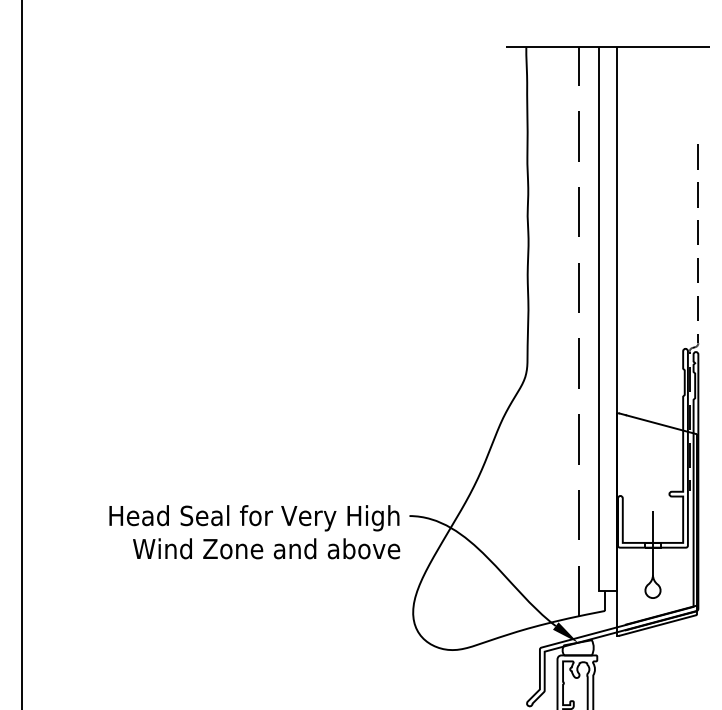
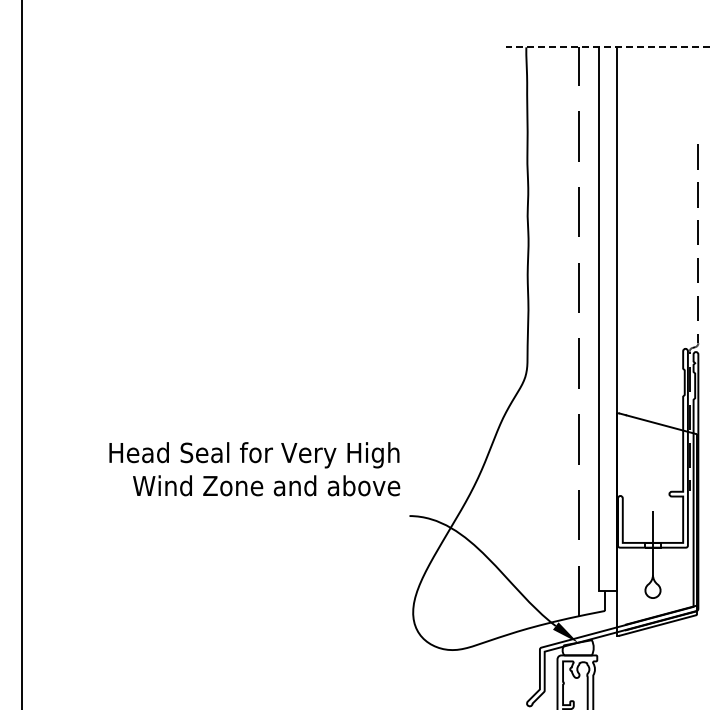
line at (607, 47): solid -> dashed
text at (254, 532) position: (254, 532) -> (254, 469)
